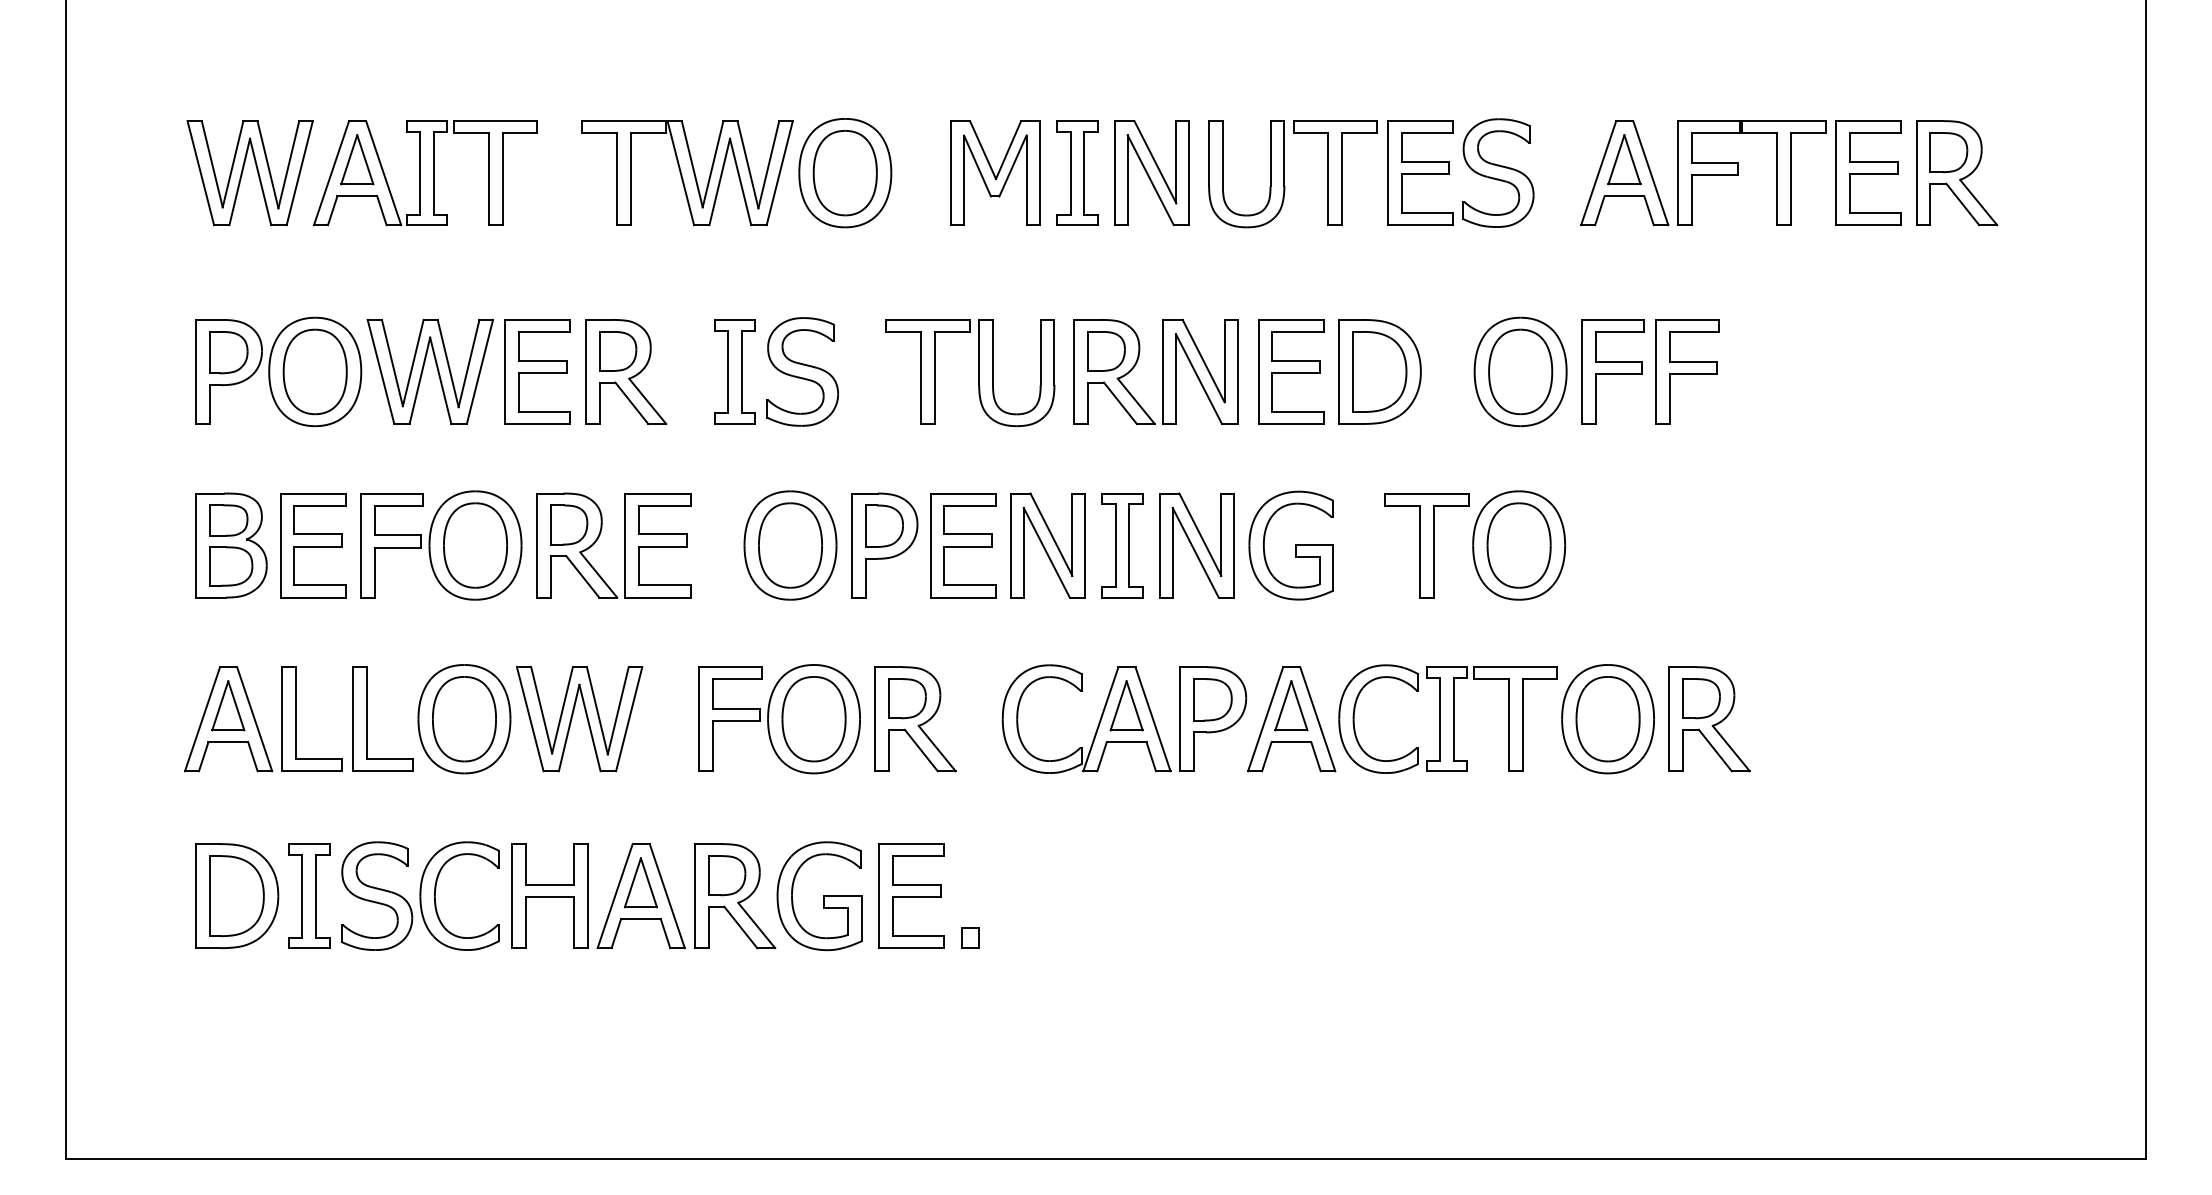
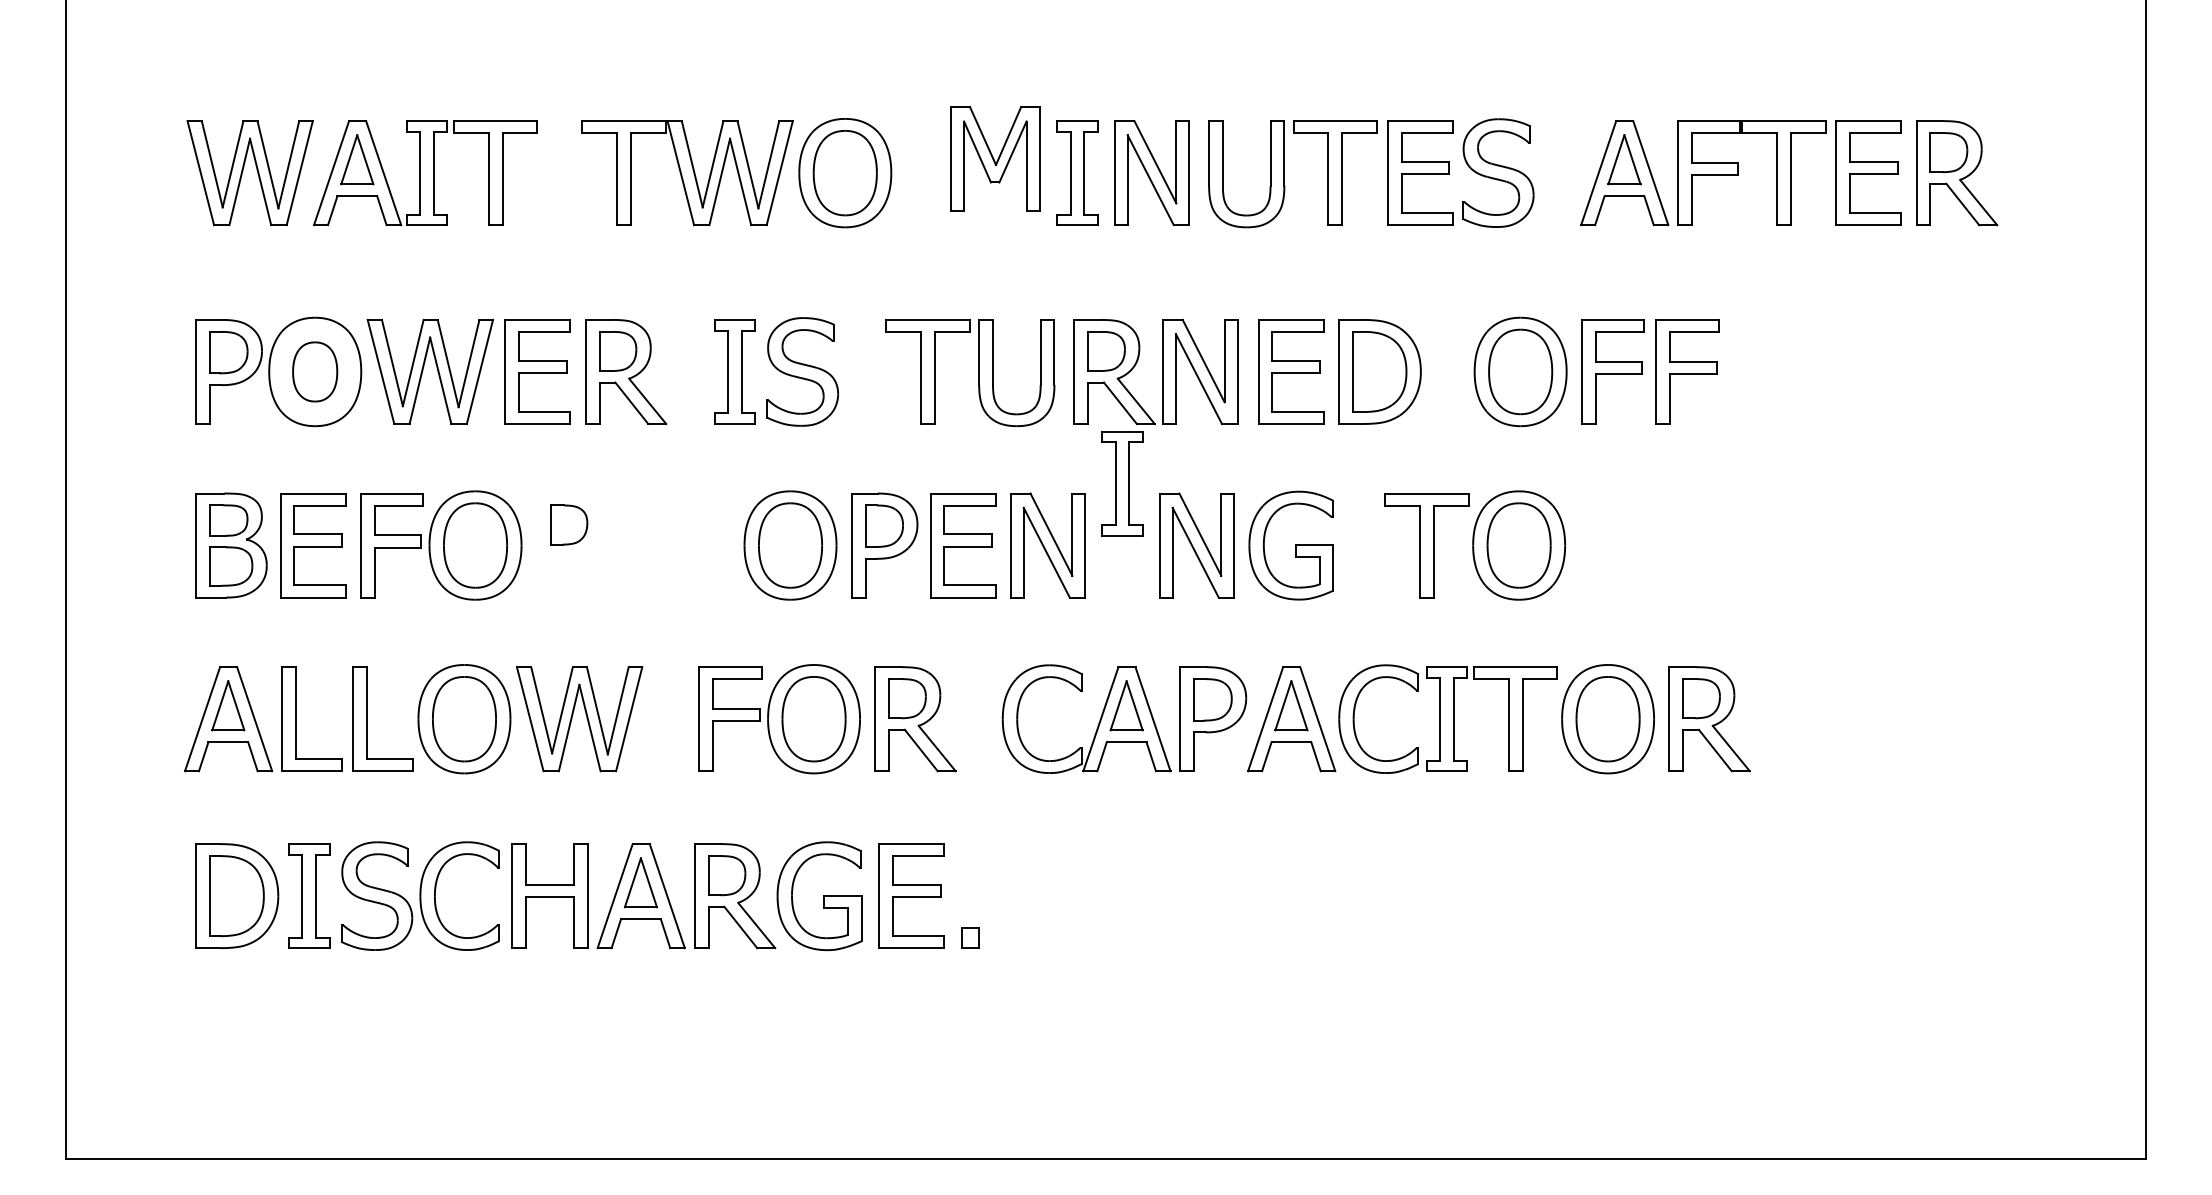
part at (995, 172) position: (995, 172) -> (995, 158)
part at (314, 371) size: 66x88 px -> 47x62 px
part at (624, 545): present -> none
part at (1122, 545) position: (1122, 545) -> (1122, 483)
